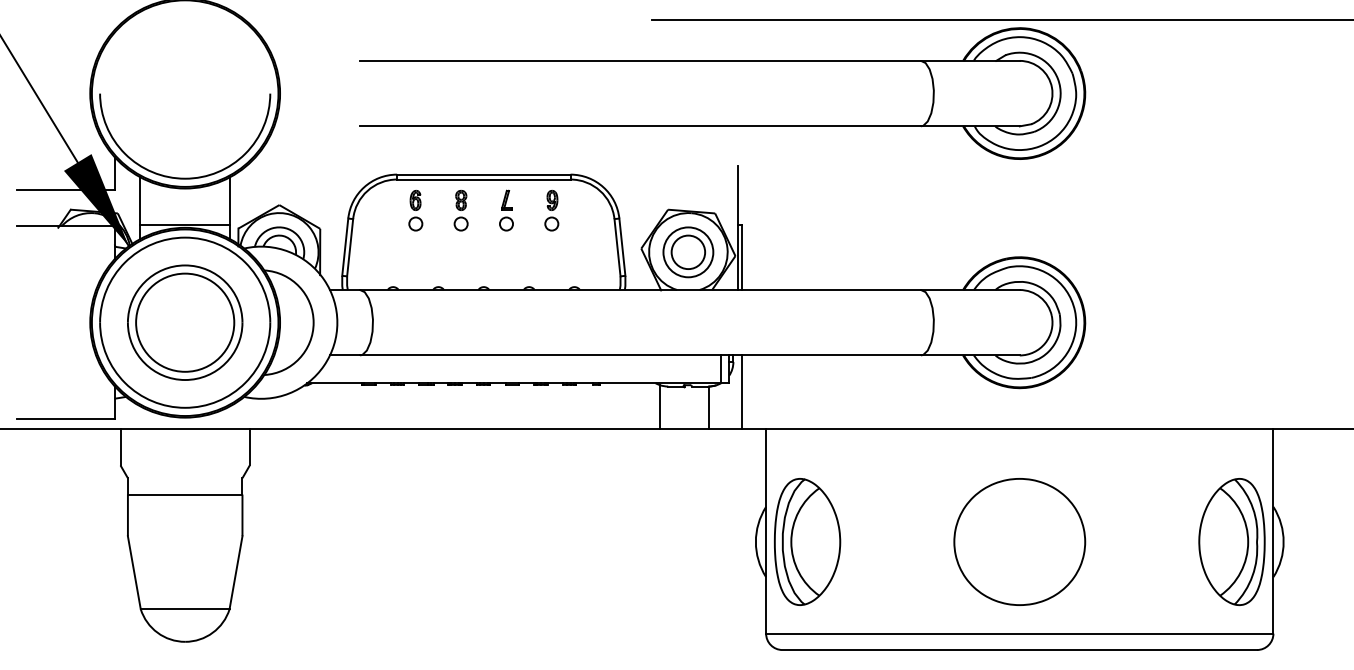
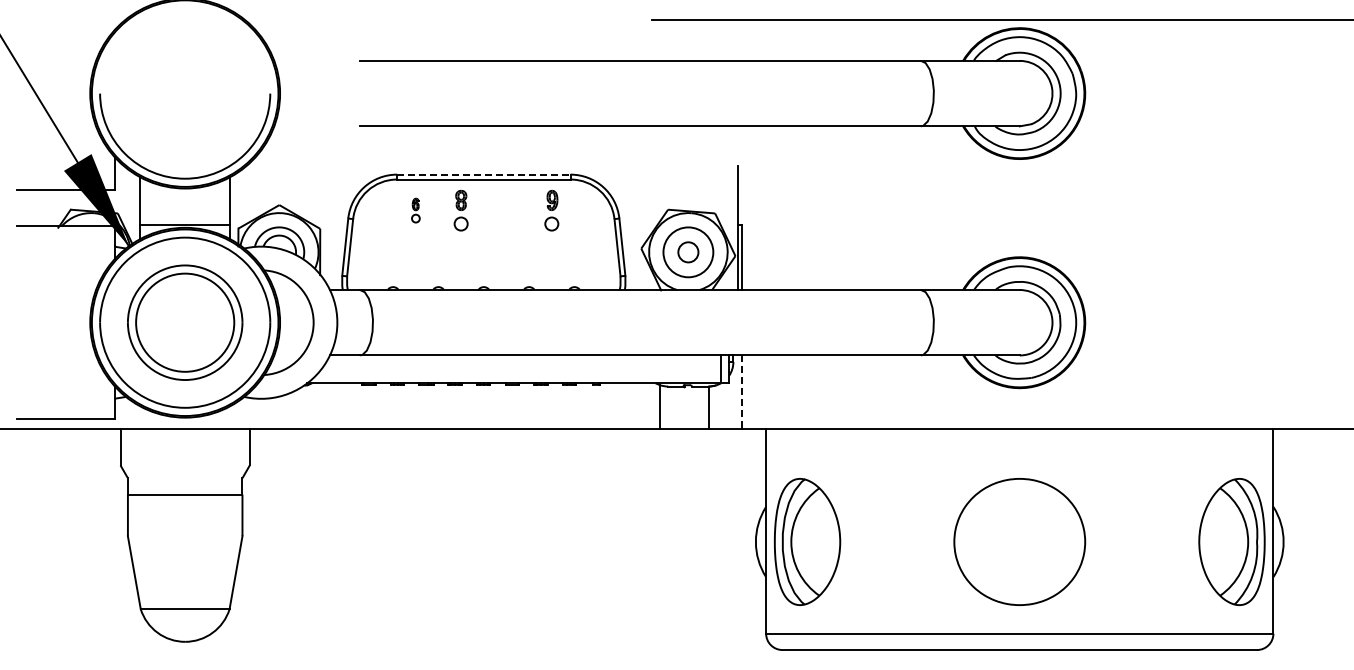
line at (483, 174): solid -> dashed
part at (415, 210) size: 16x43 px -> 10x27 px
part at (506, 210): present -> none
circle at (688, 252) diameter: 34 px -> 20 px
line at (741, 392): solid -> dashed
